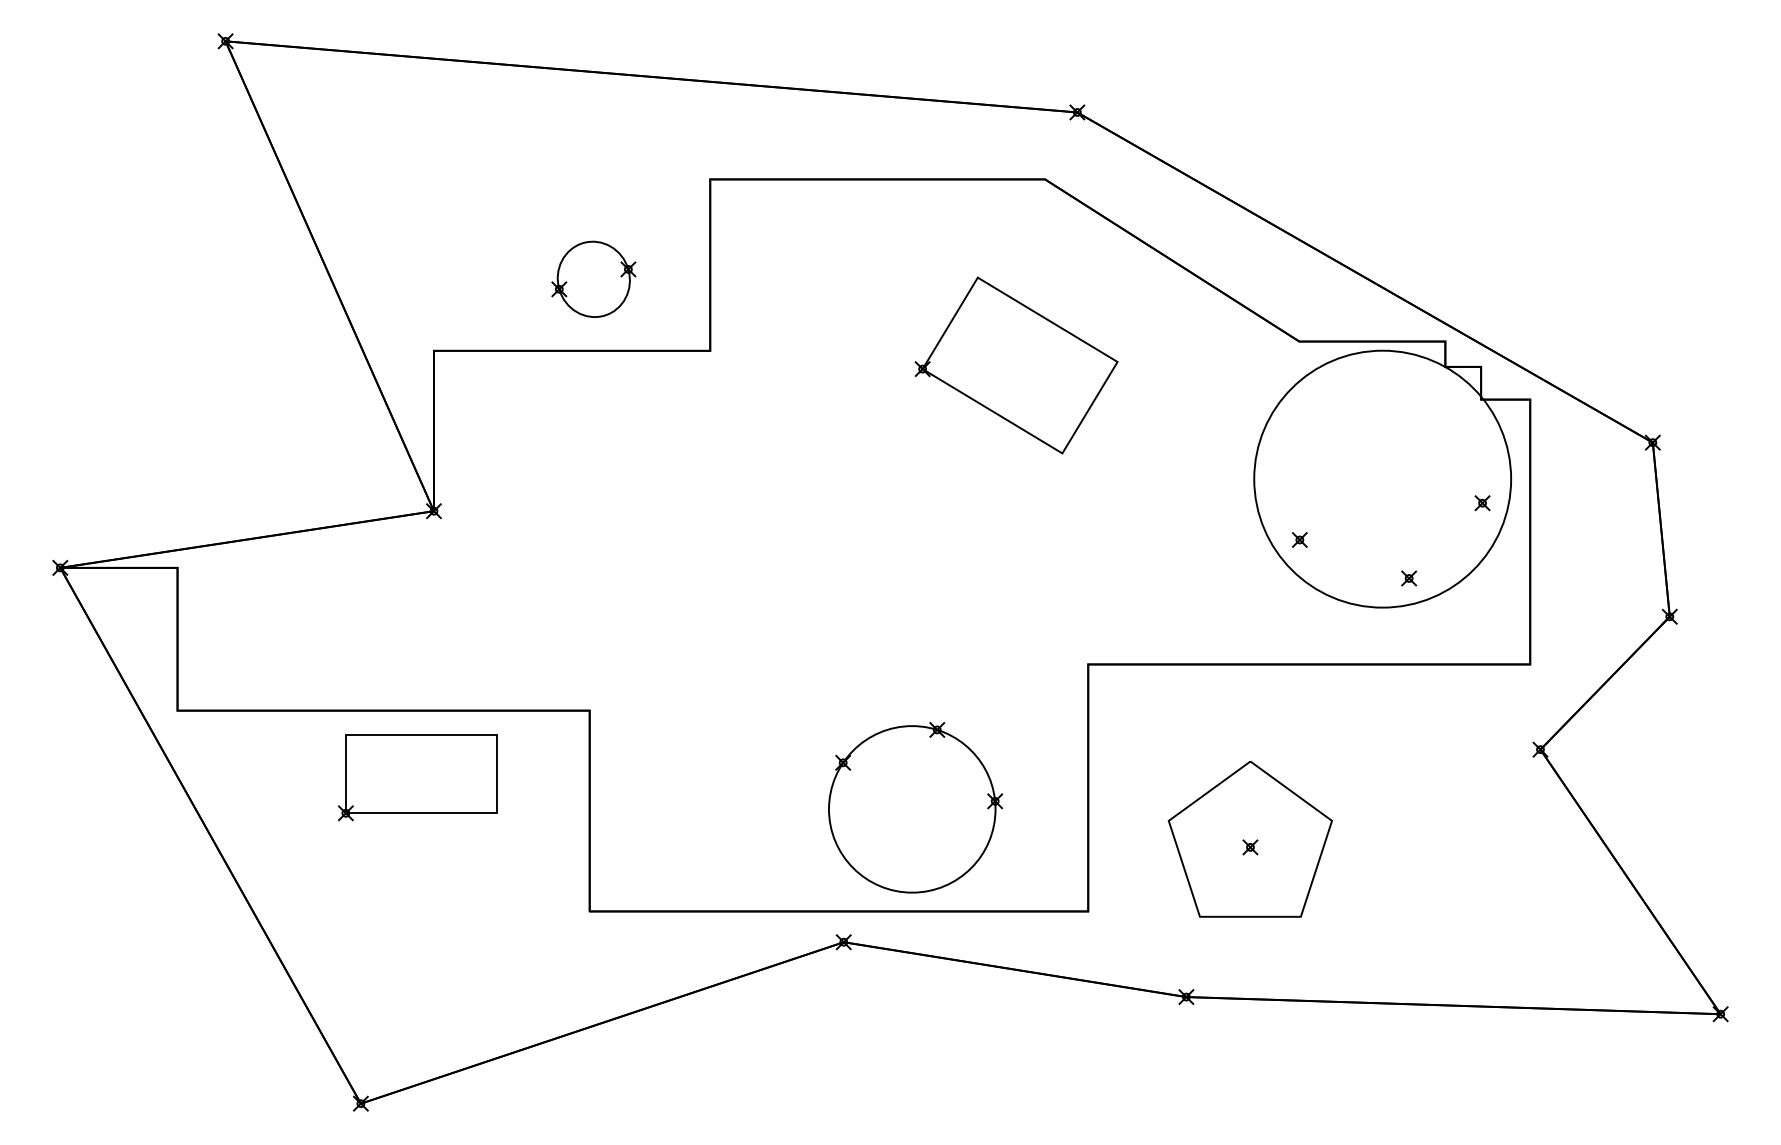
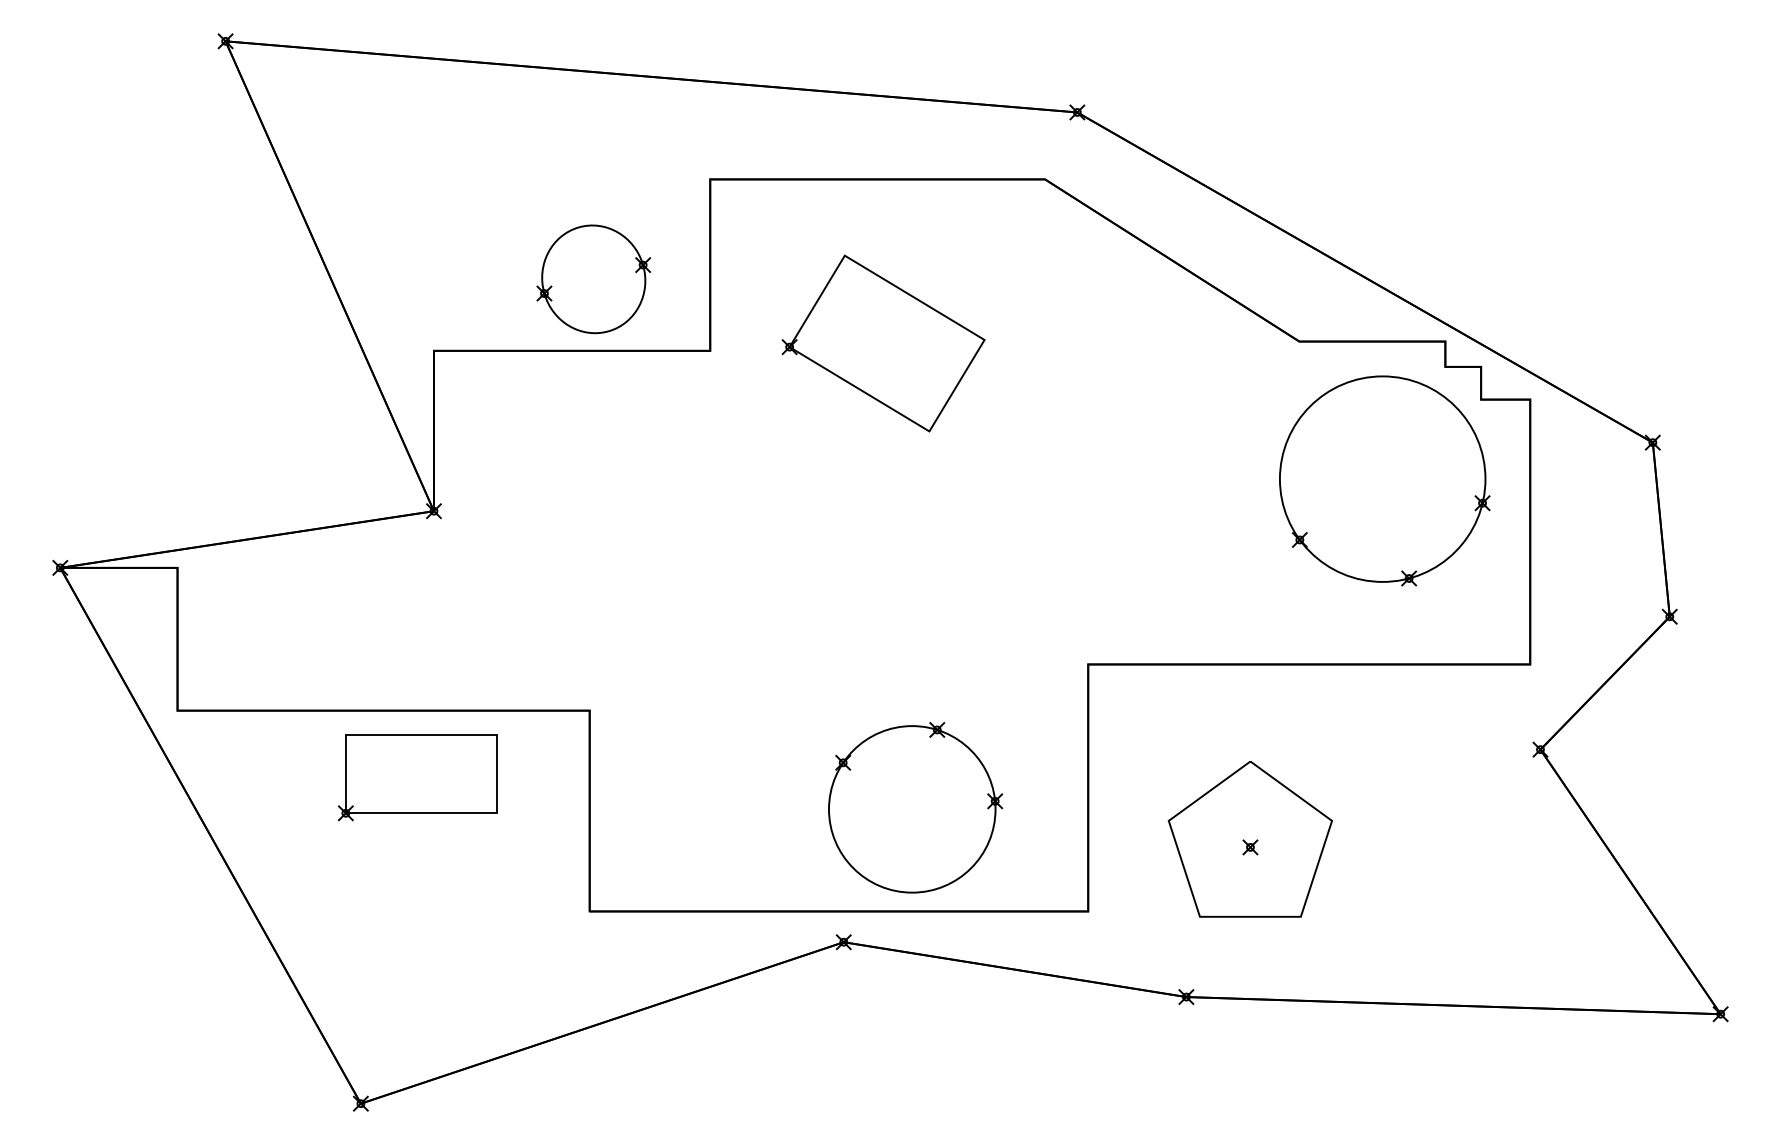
part at (593, 278) size: 86x78 px -> 116x111 px
part at (1016, 365) position: (1016, 365) -> (883, 343)
circle at (1382, 478) diameter: 257 px -> 206 px
